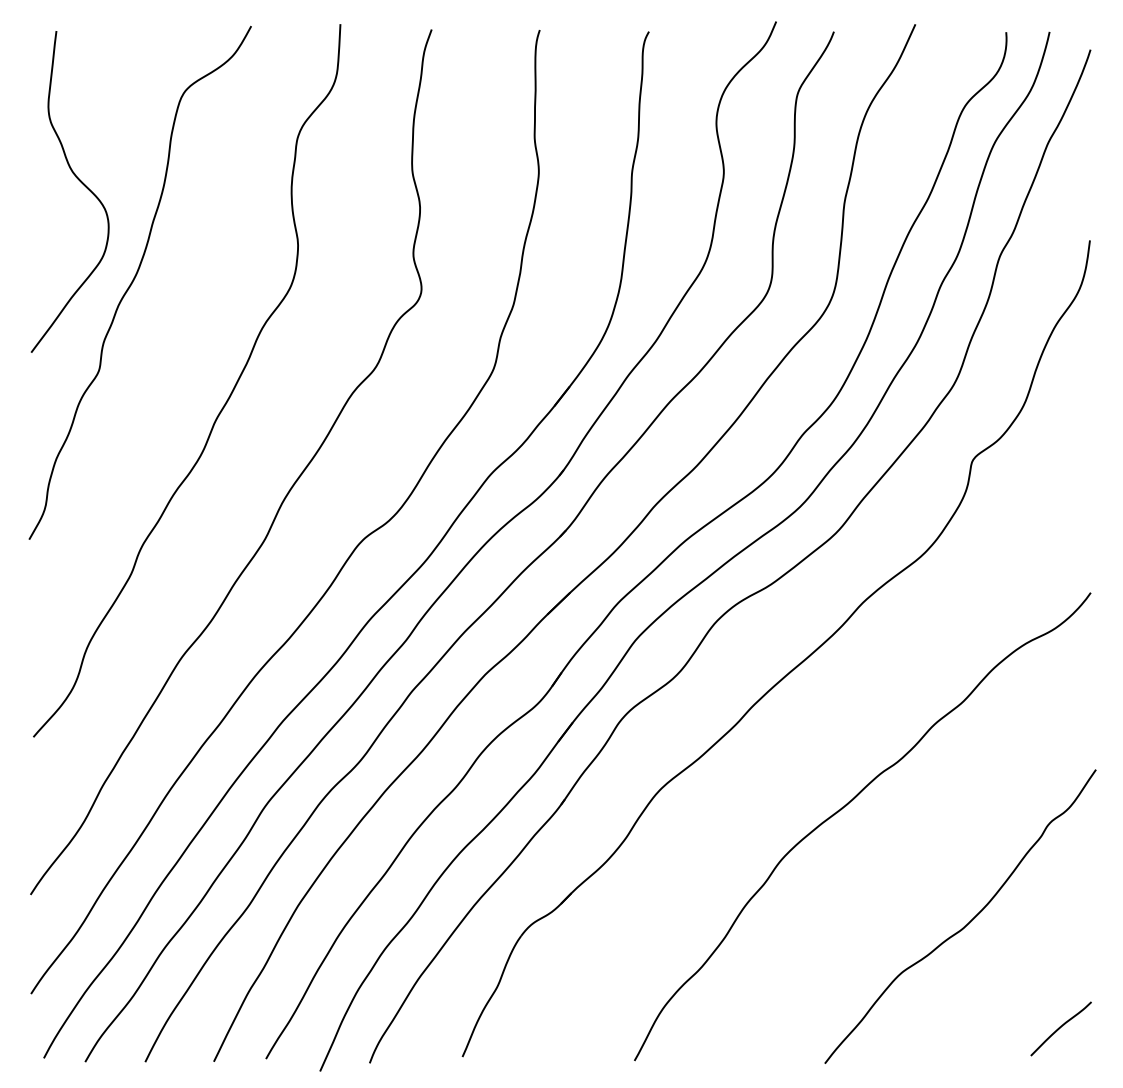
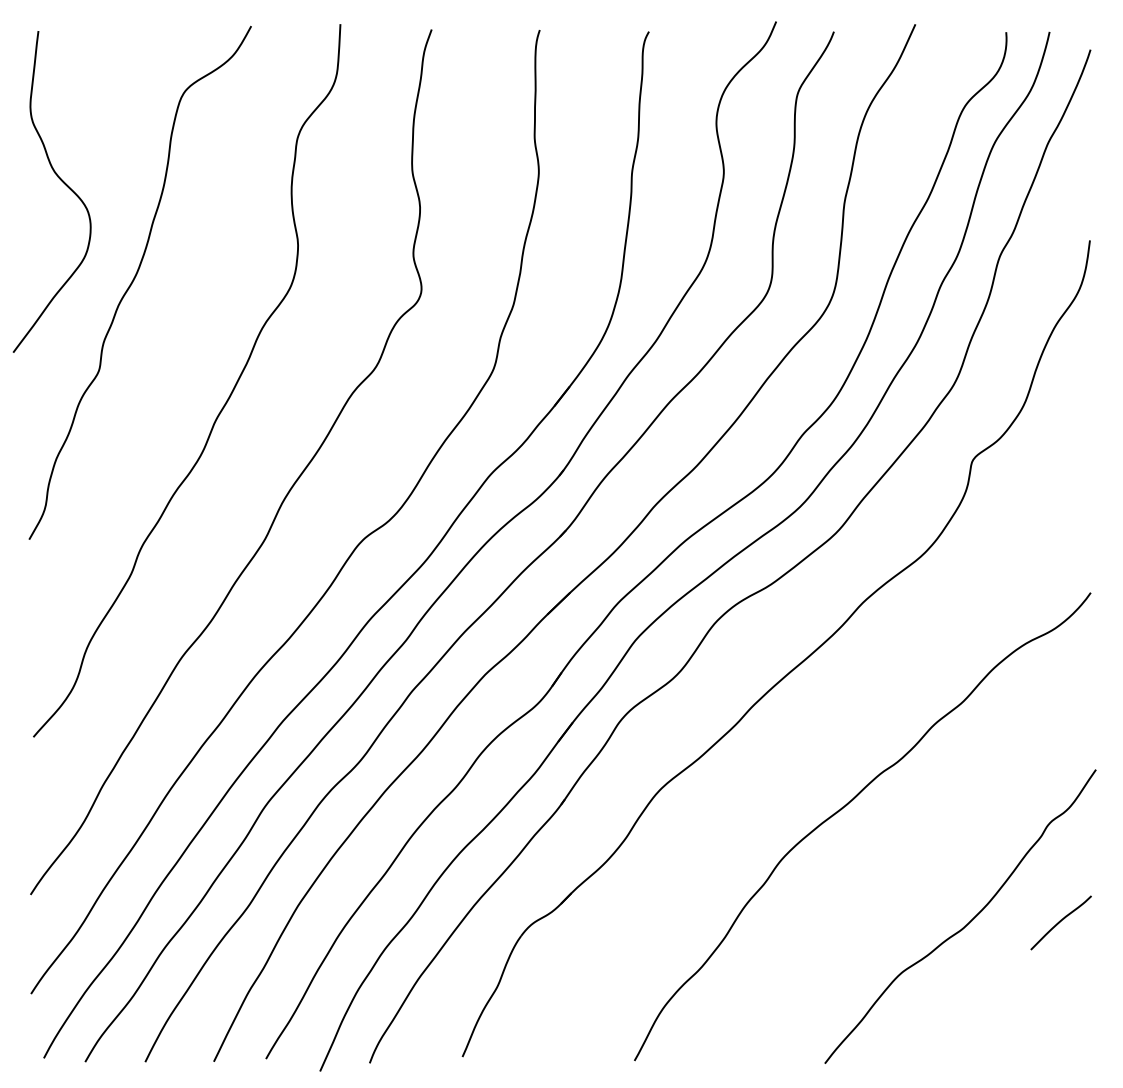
curve at (79, 181) position: (79, 181) -> (61, 181)
curve at (1060, 1028) position: (1060, 1028) -> (1060, 922)
